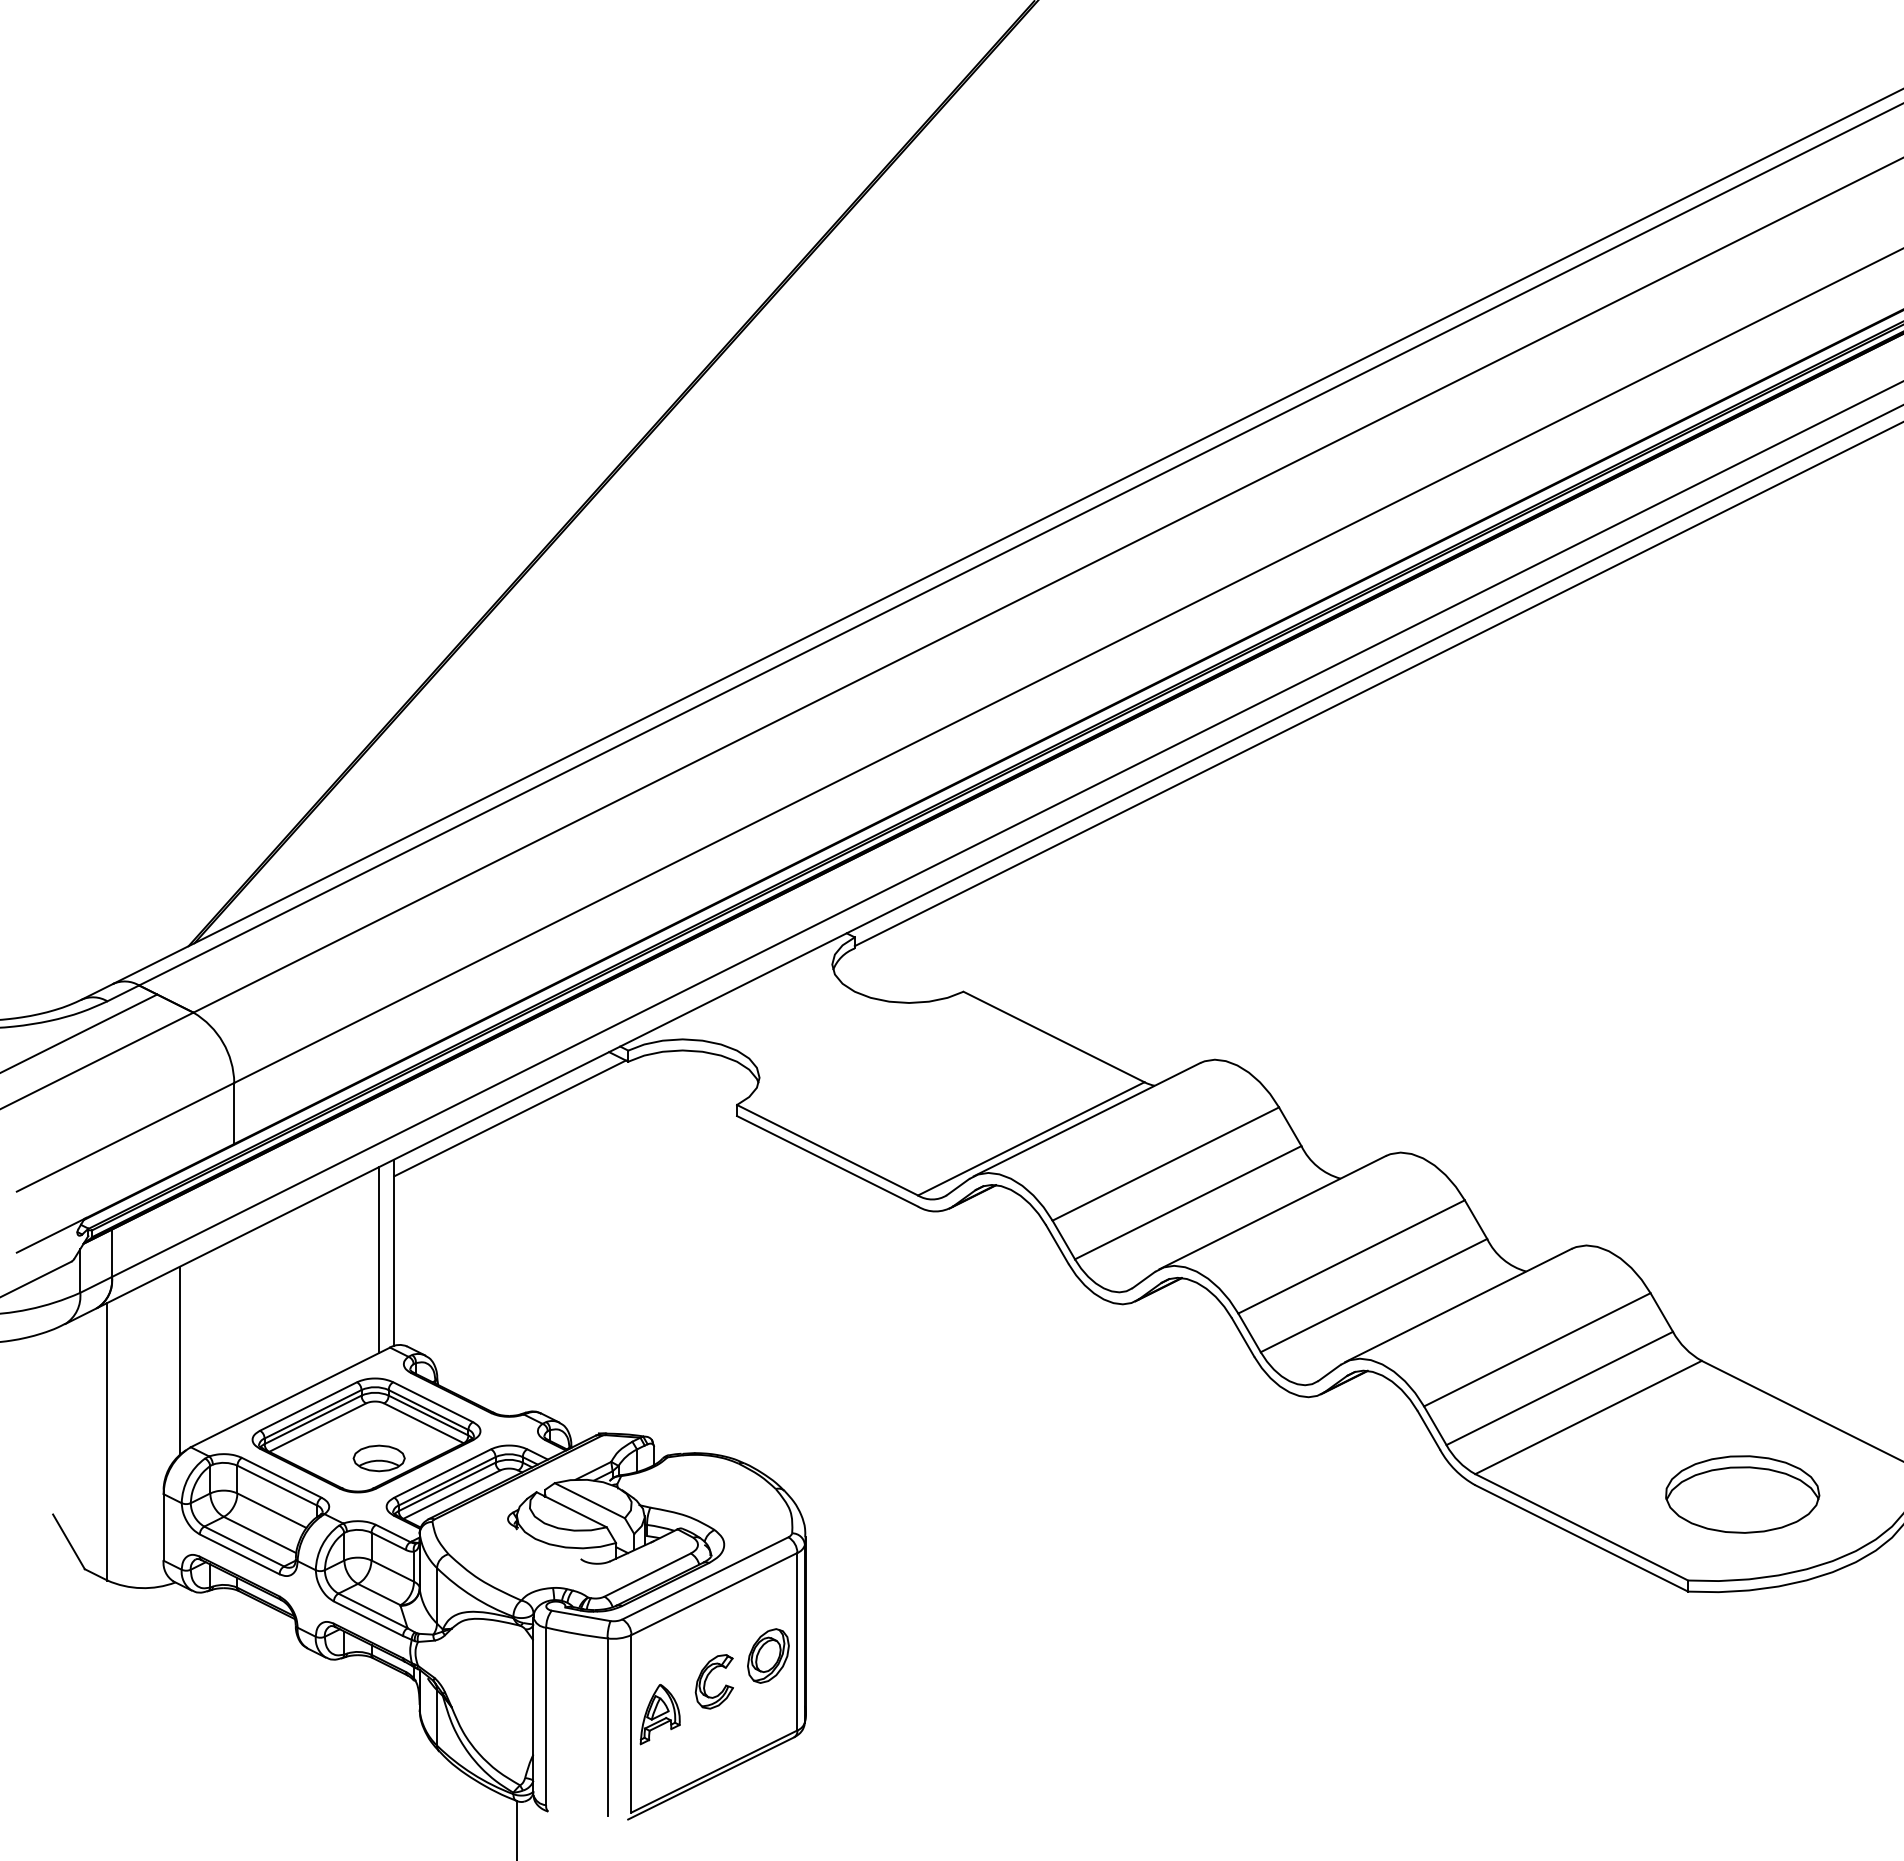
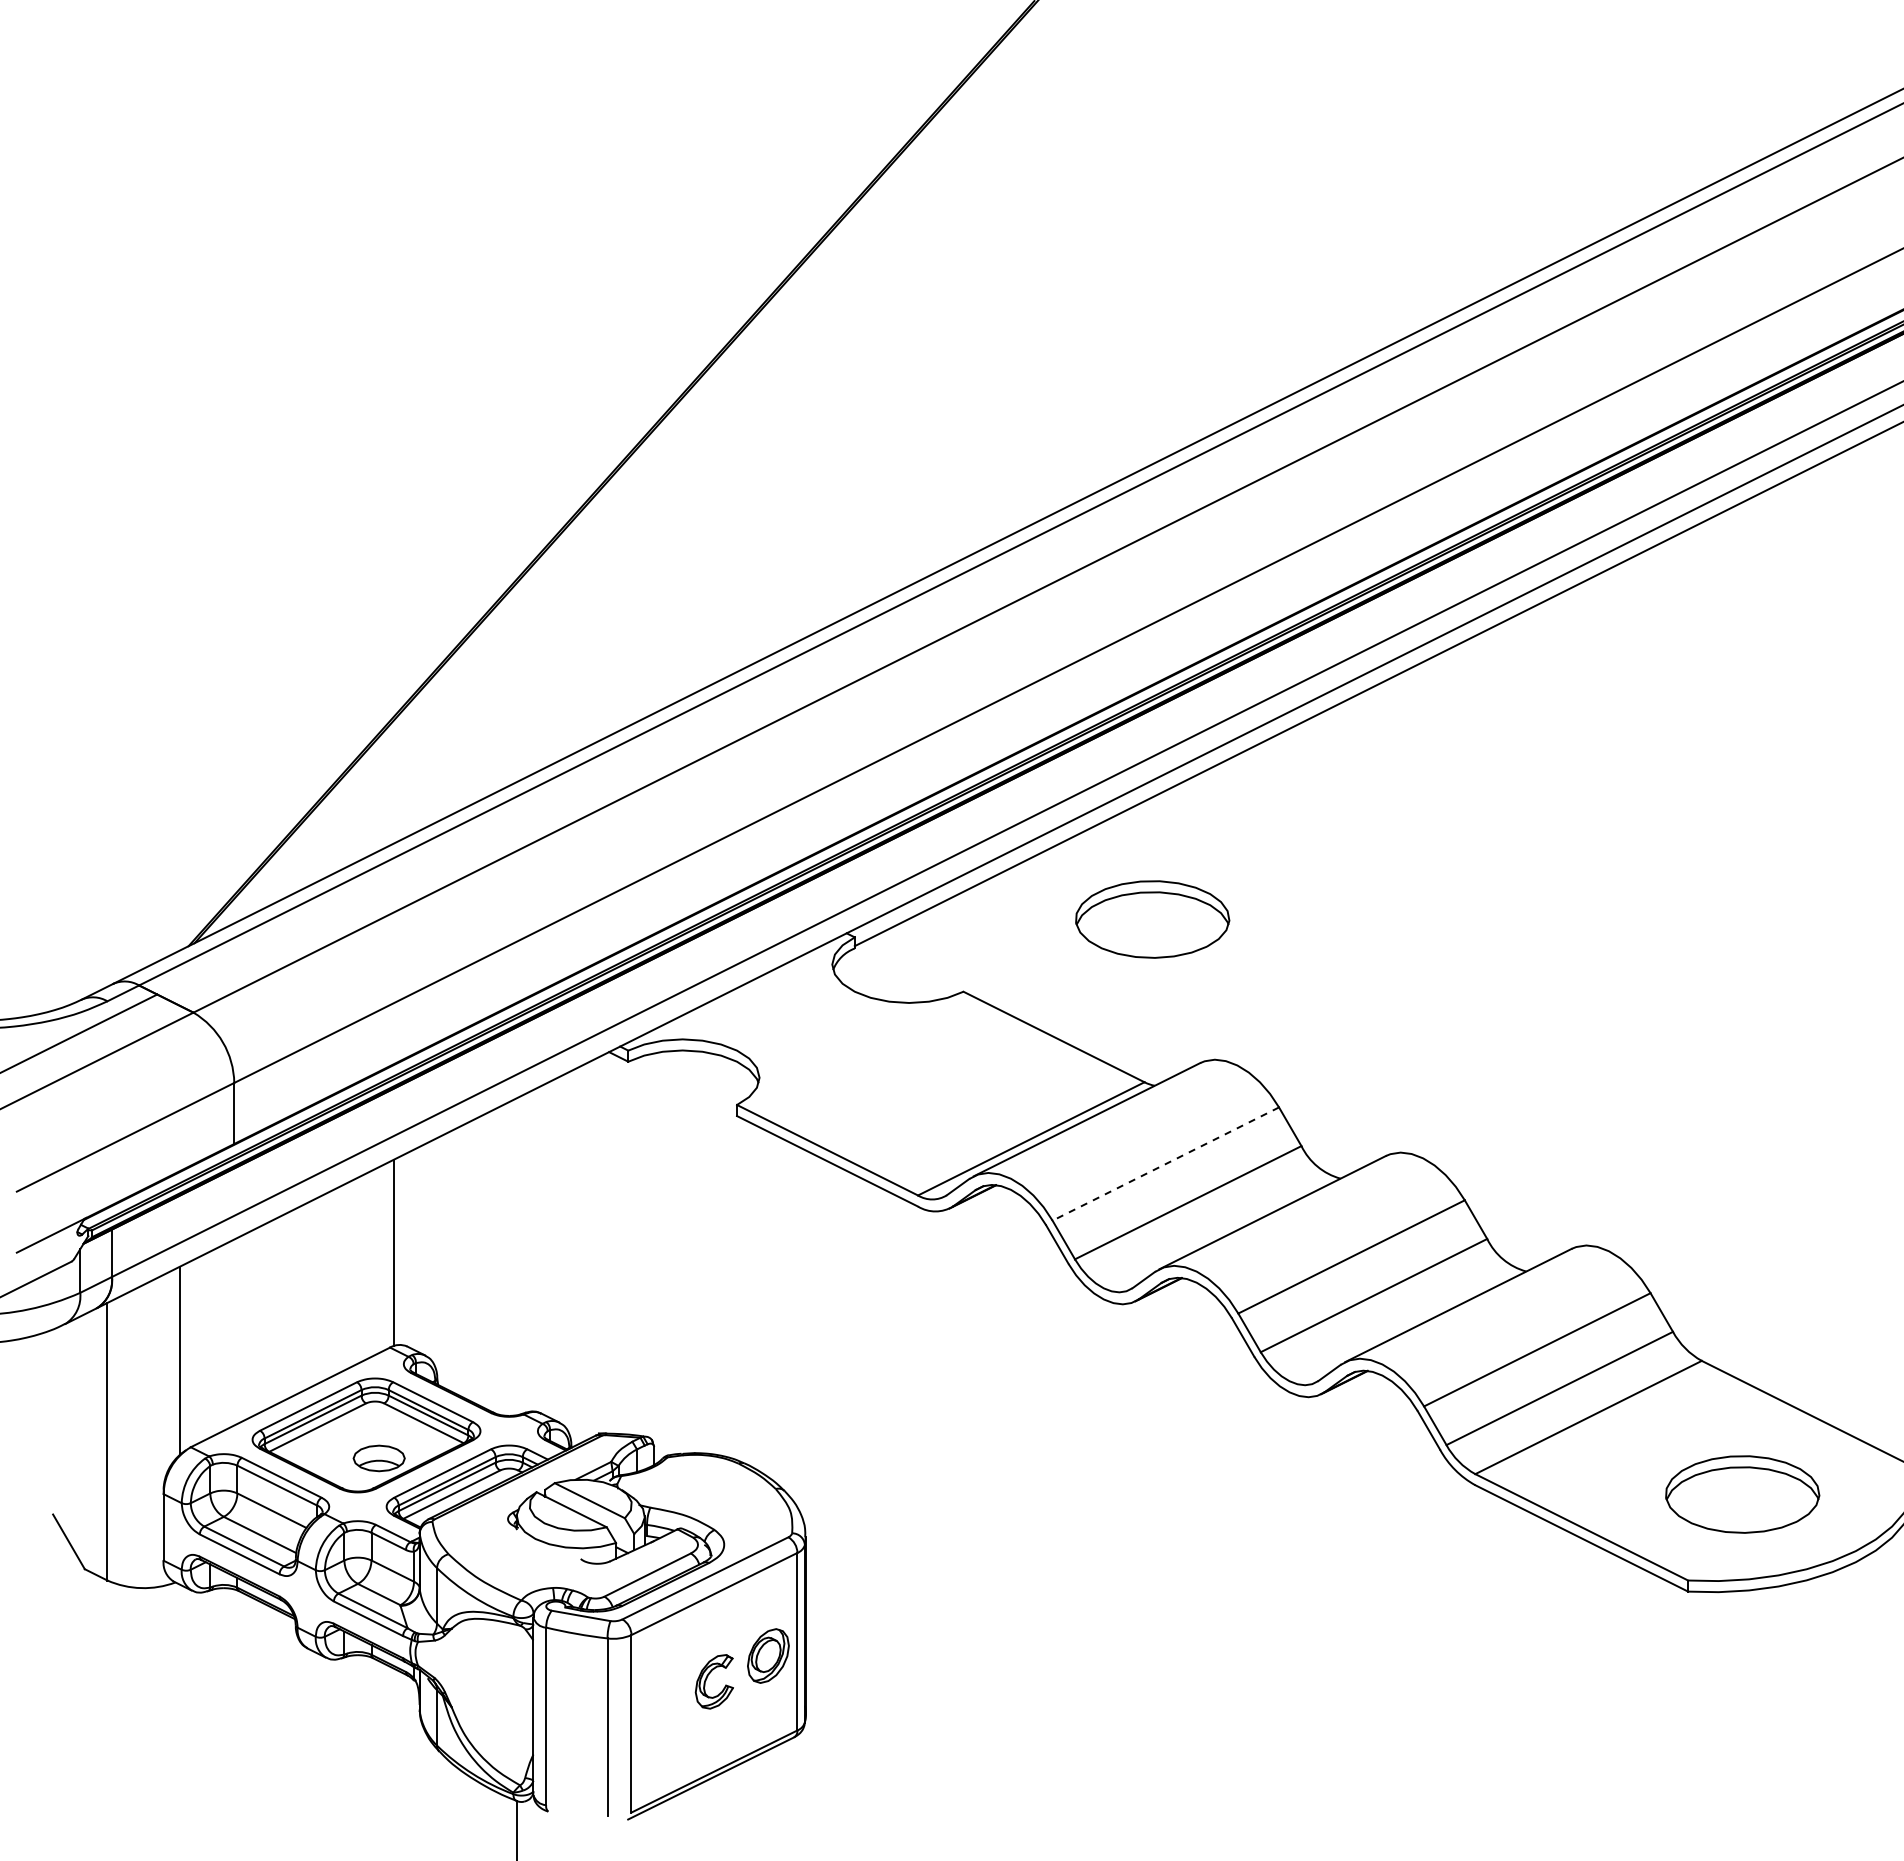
part at (1152, 919): none -> present
line at (509, 1118): present -> none
line at (1165, 1164): solid -> dashed
line at (379, 1260): present -> none
part at (659, 1714): present -> none
